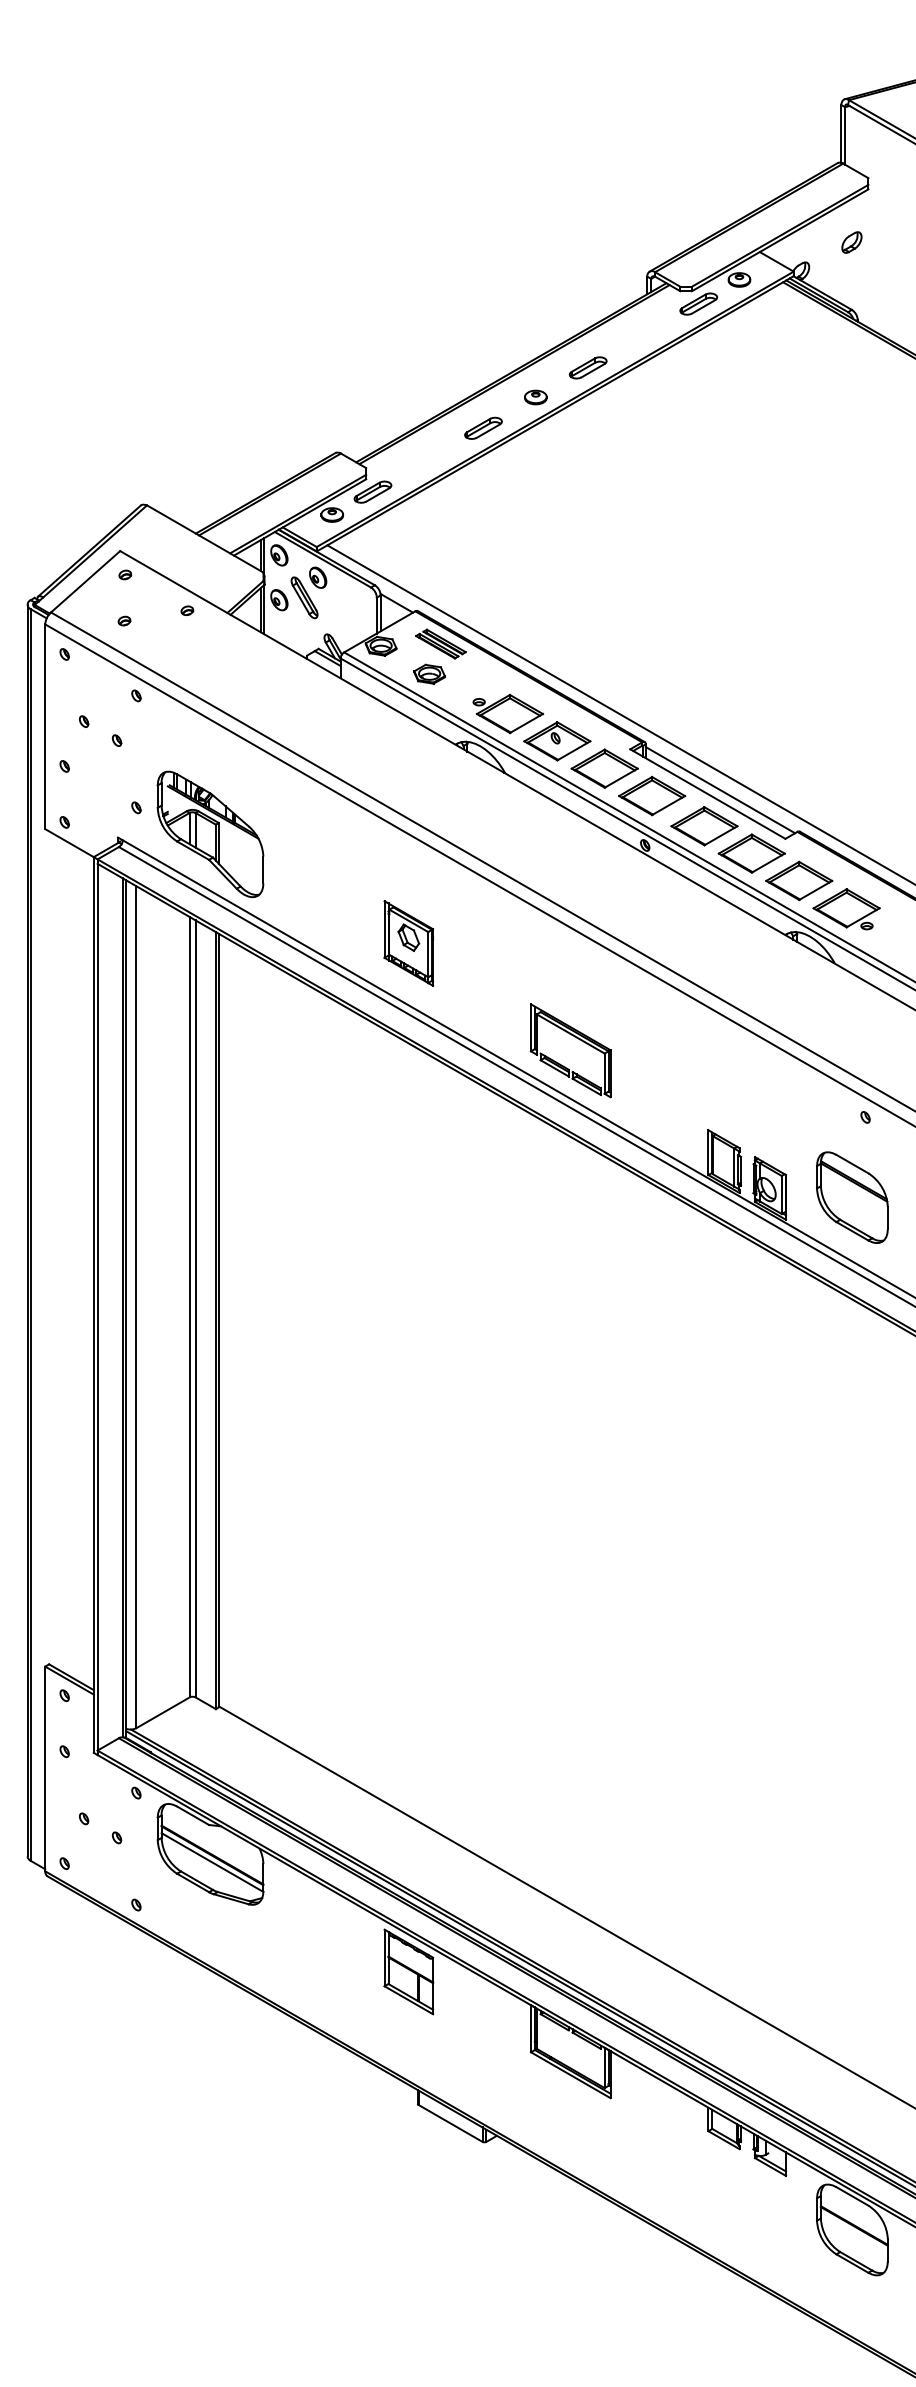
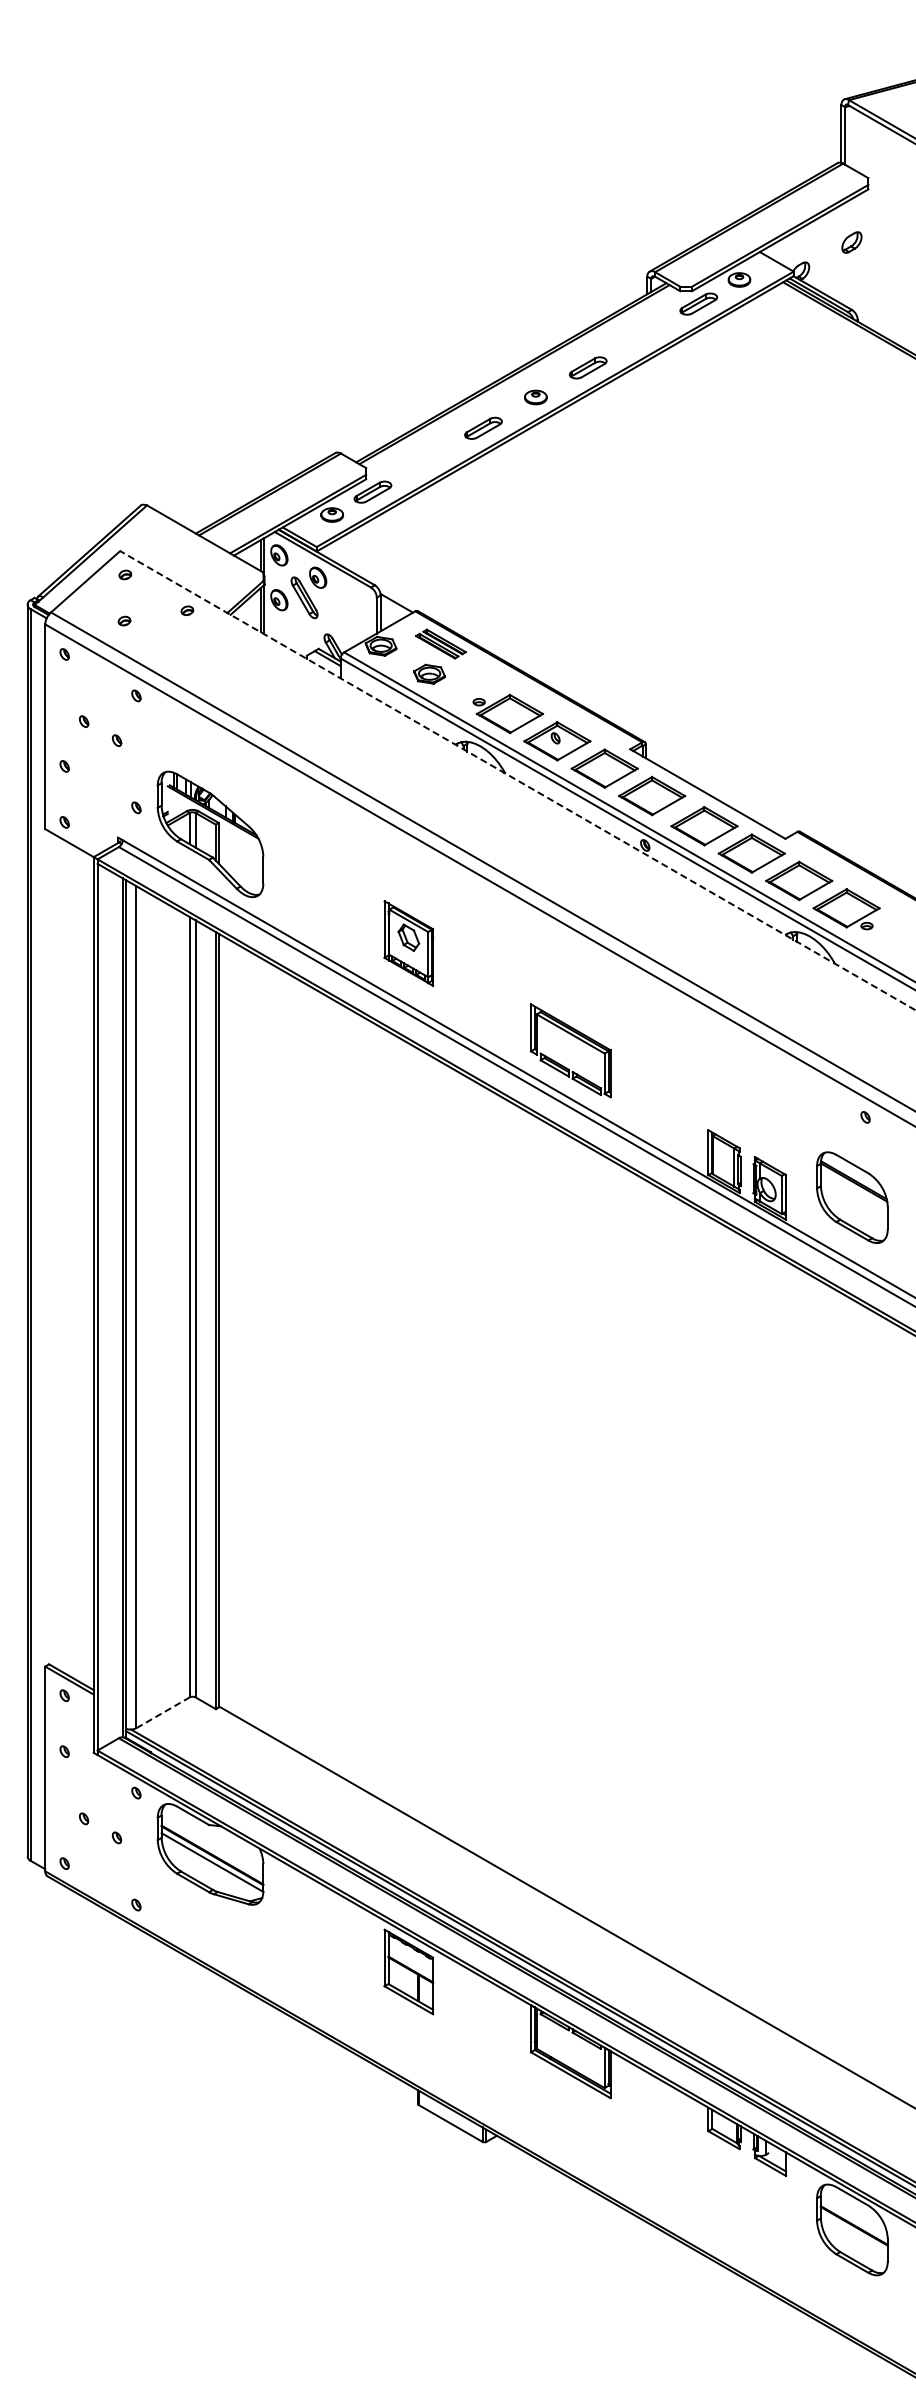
line at (619, 713): present -> none
line at (517, 780): solid -> dashed
line at (720, 790): present -> none
line at (163, 1712): solid -> dashed
